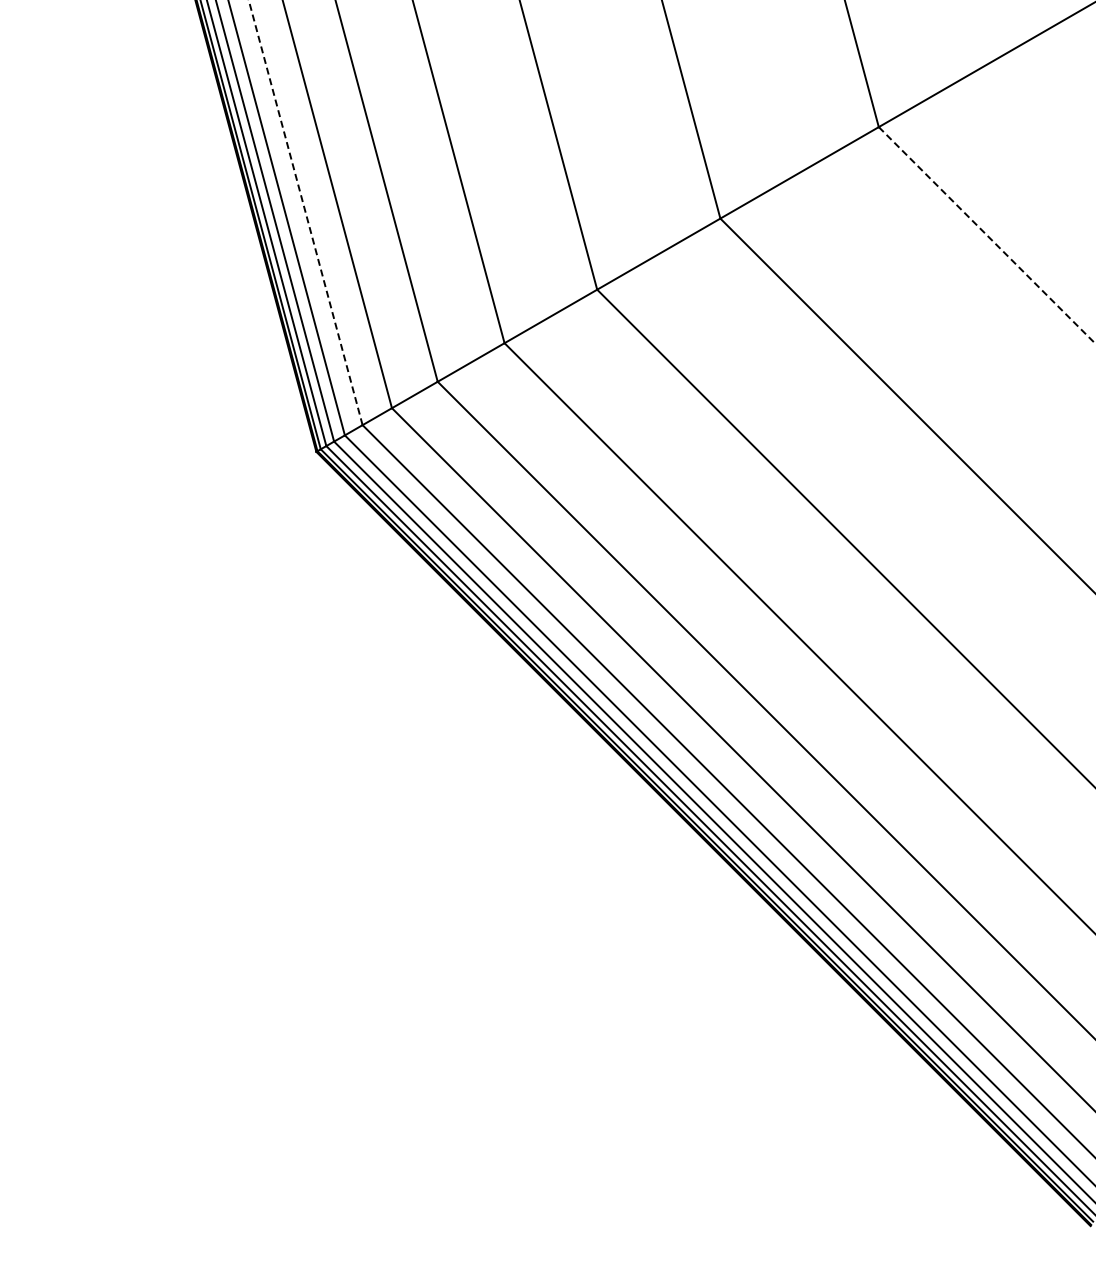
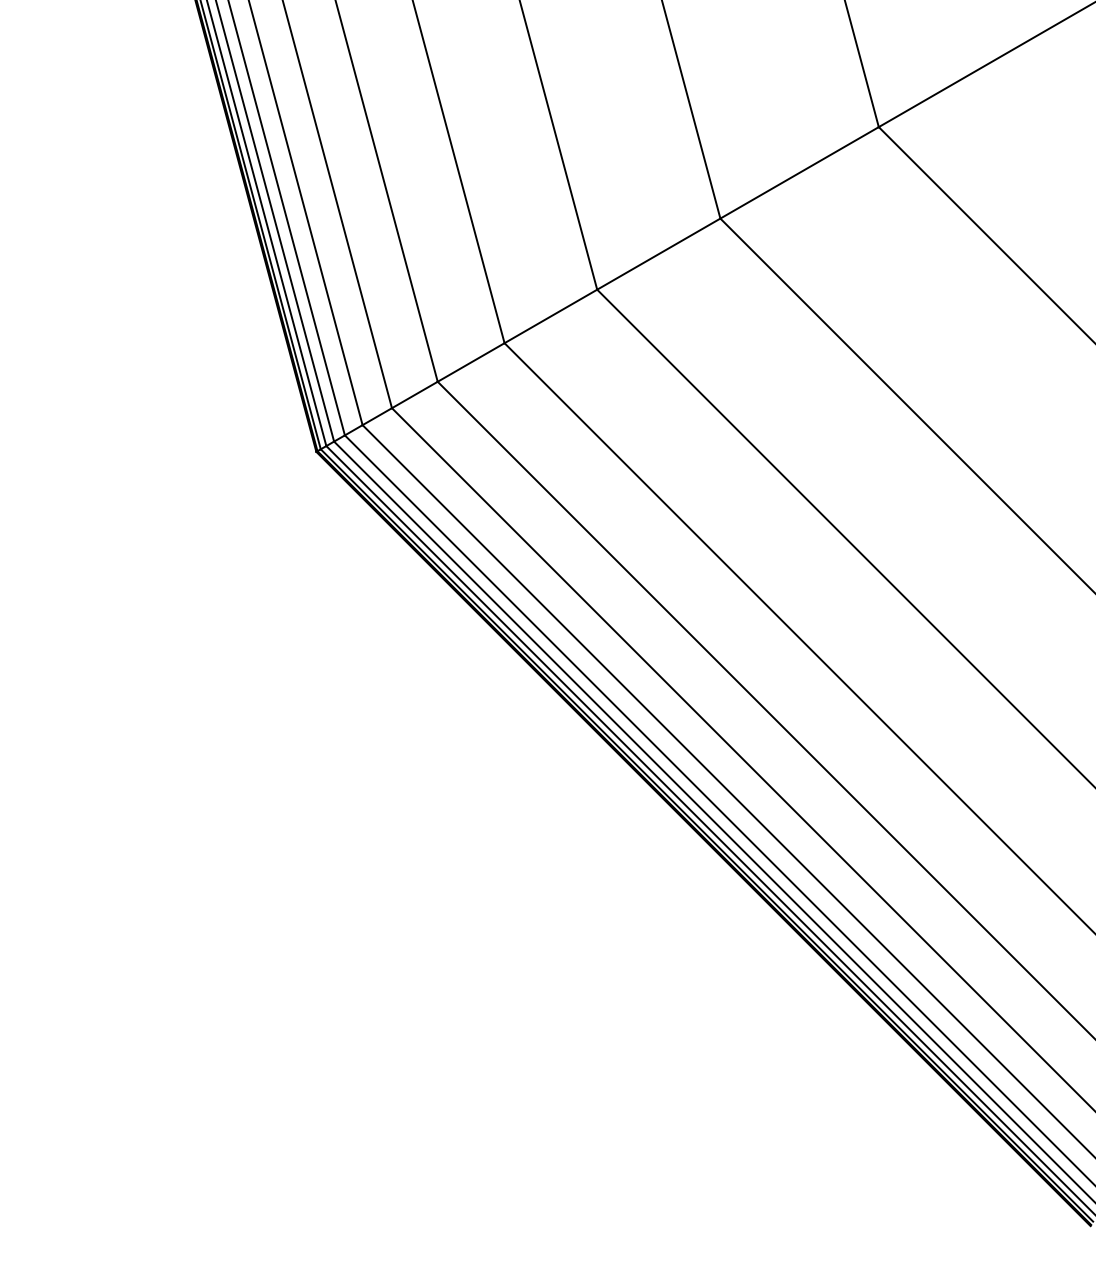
line at (305, 212): dashed -> solid
line at (987, 235): dashed -> solid
